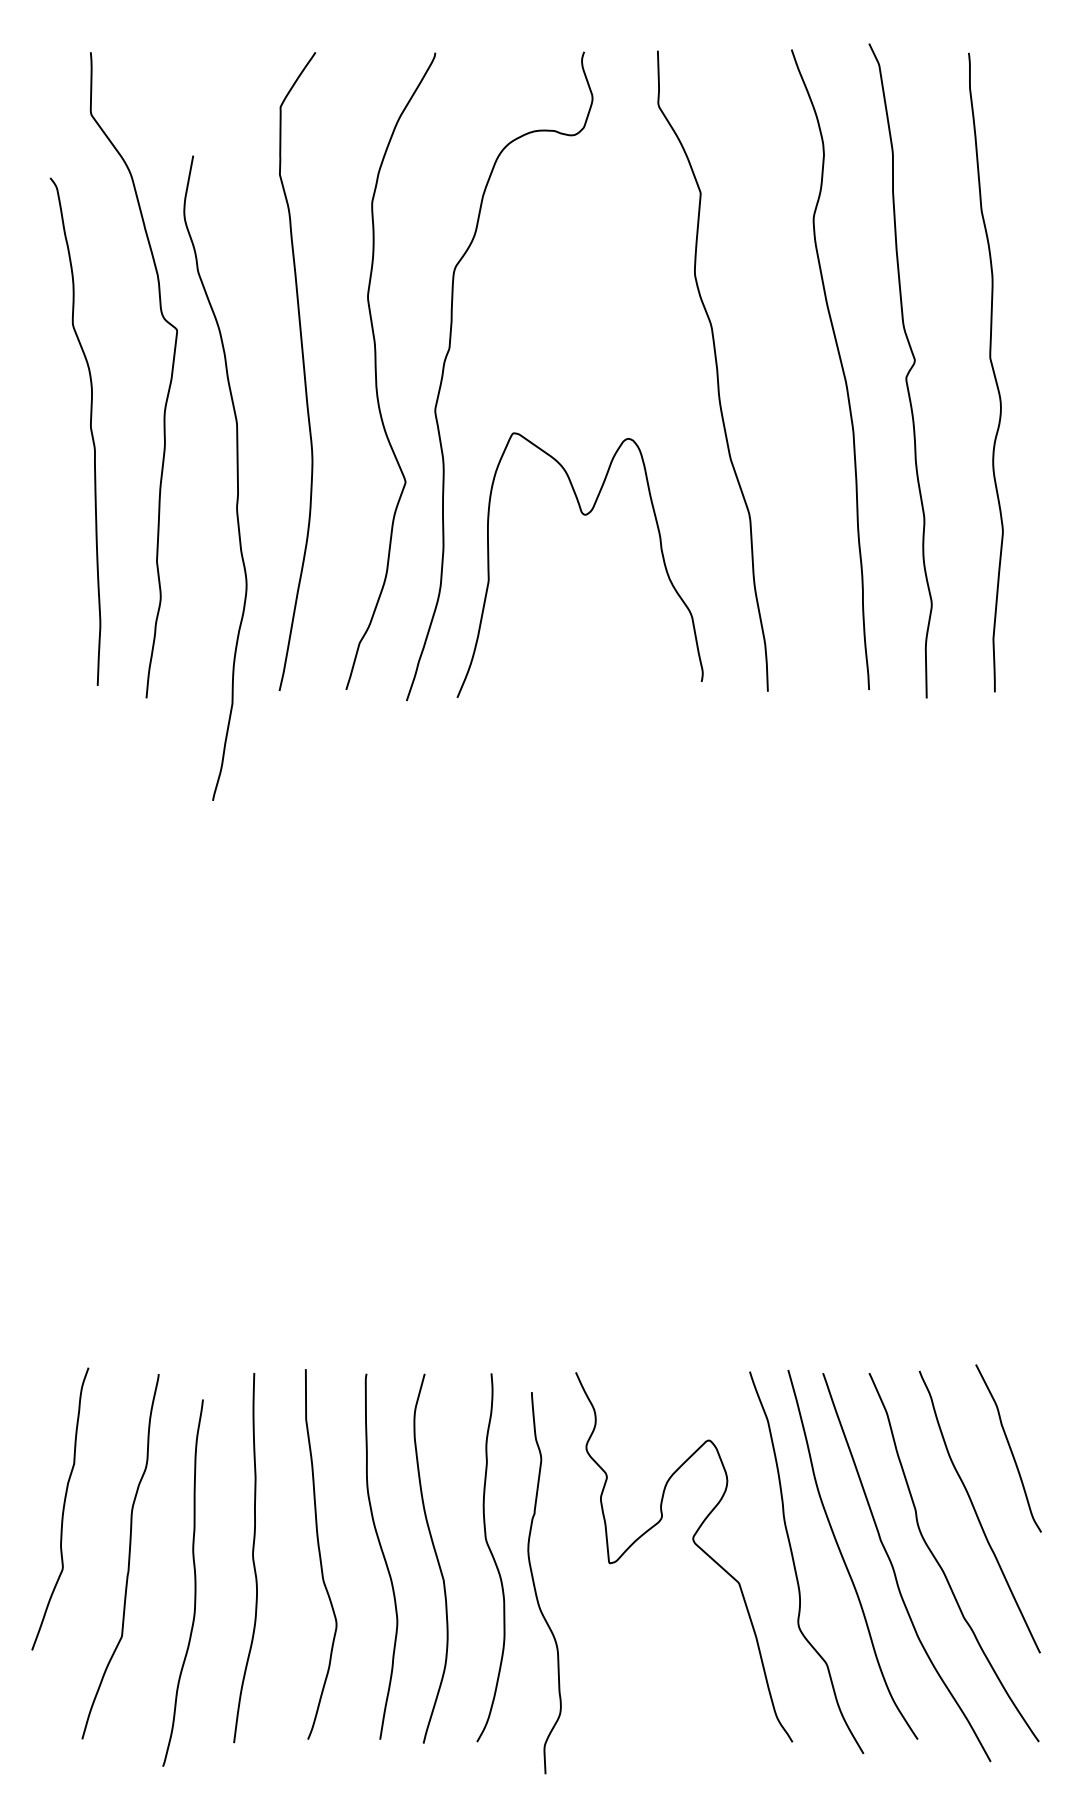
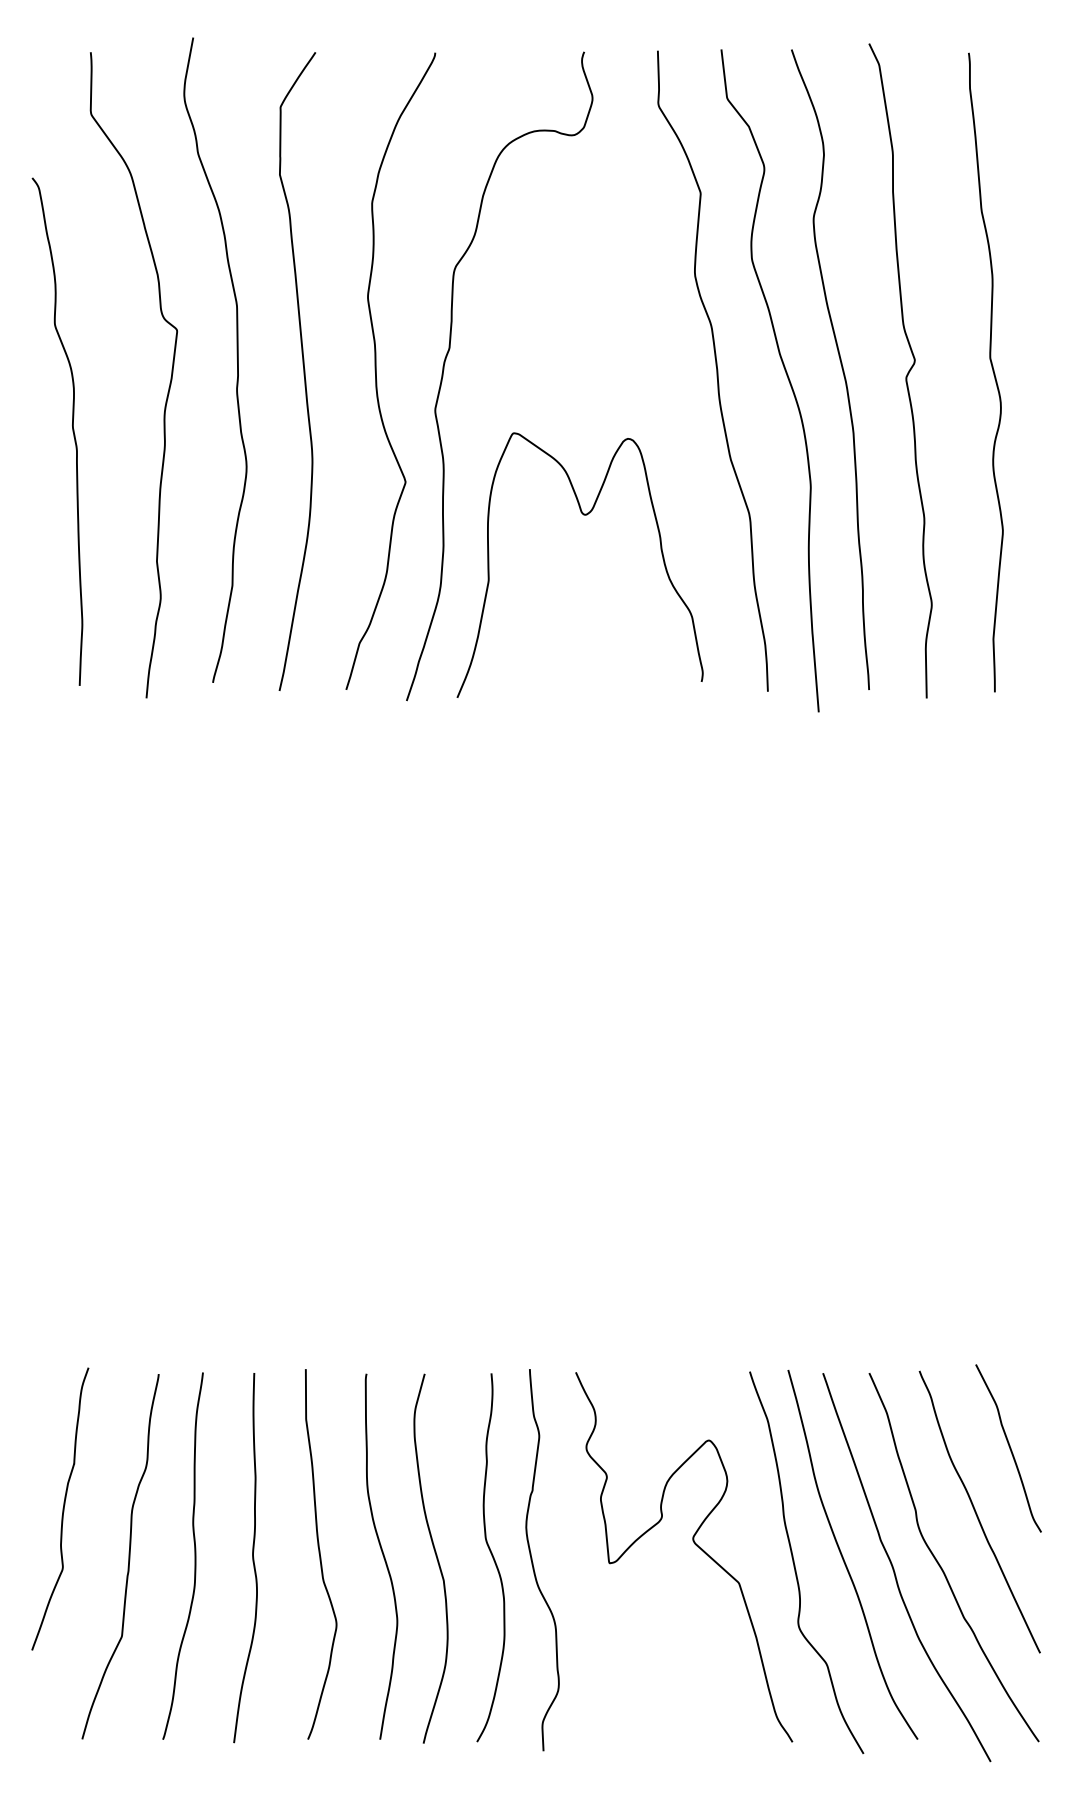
curve at (785, 373): none -> present
curve at (90, 431) position: (90, 431) -> (72, 431)
curve at (236, 475) position: (236, 475) -> (236, 357)
curve at (194, 1582) position: (194, 1582) -> (194, 1555)
curve at (535, 1585) position: (535, 1585) -> (533, 1562)
